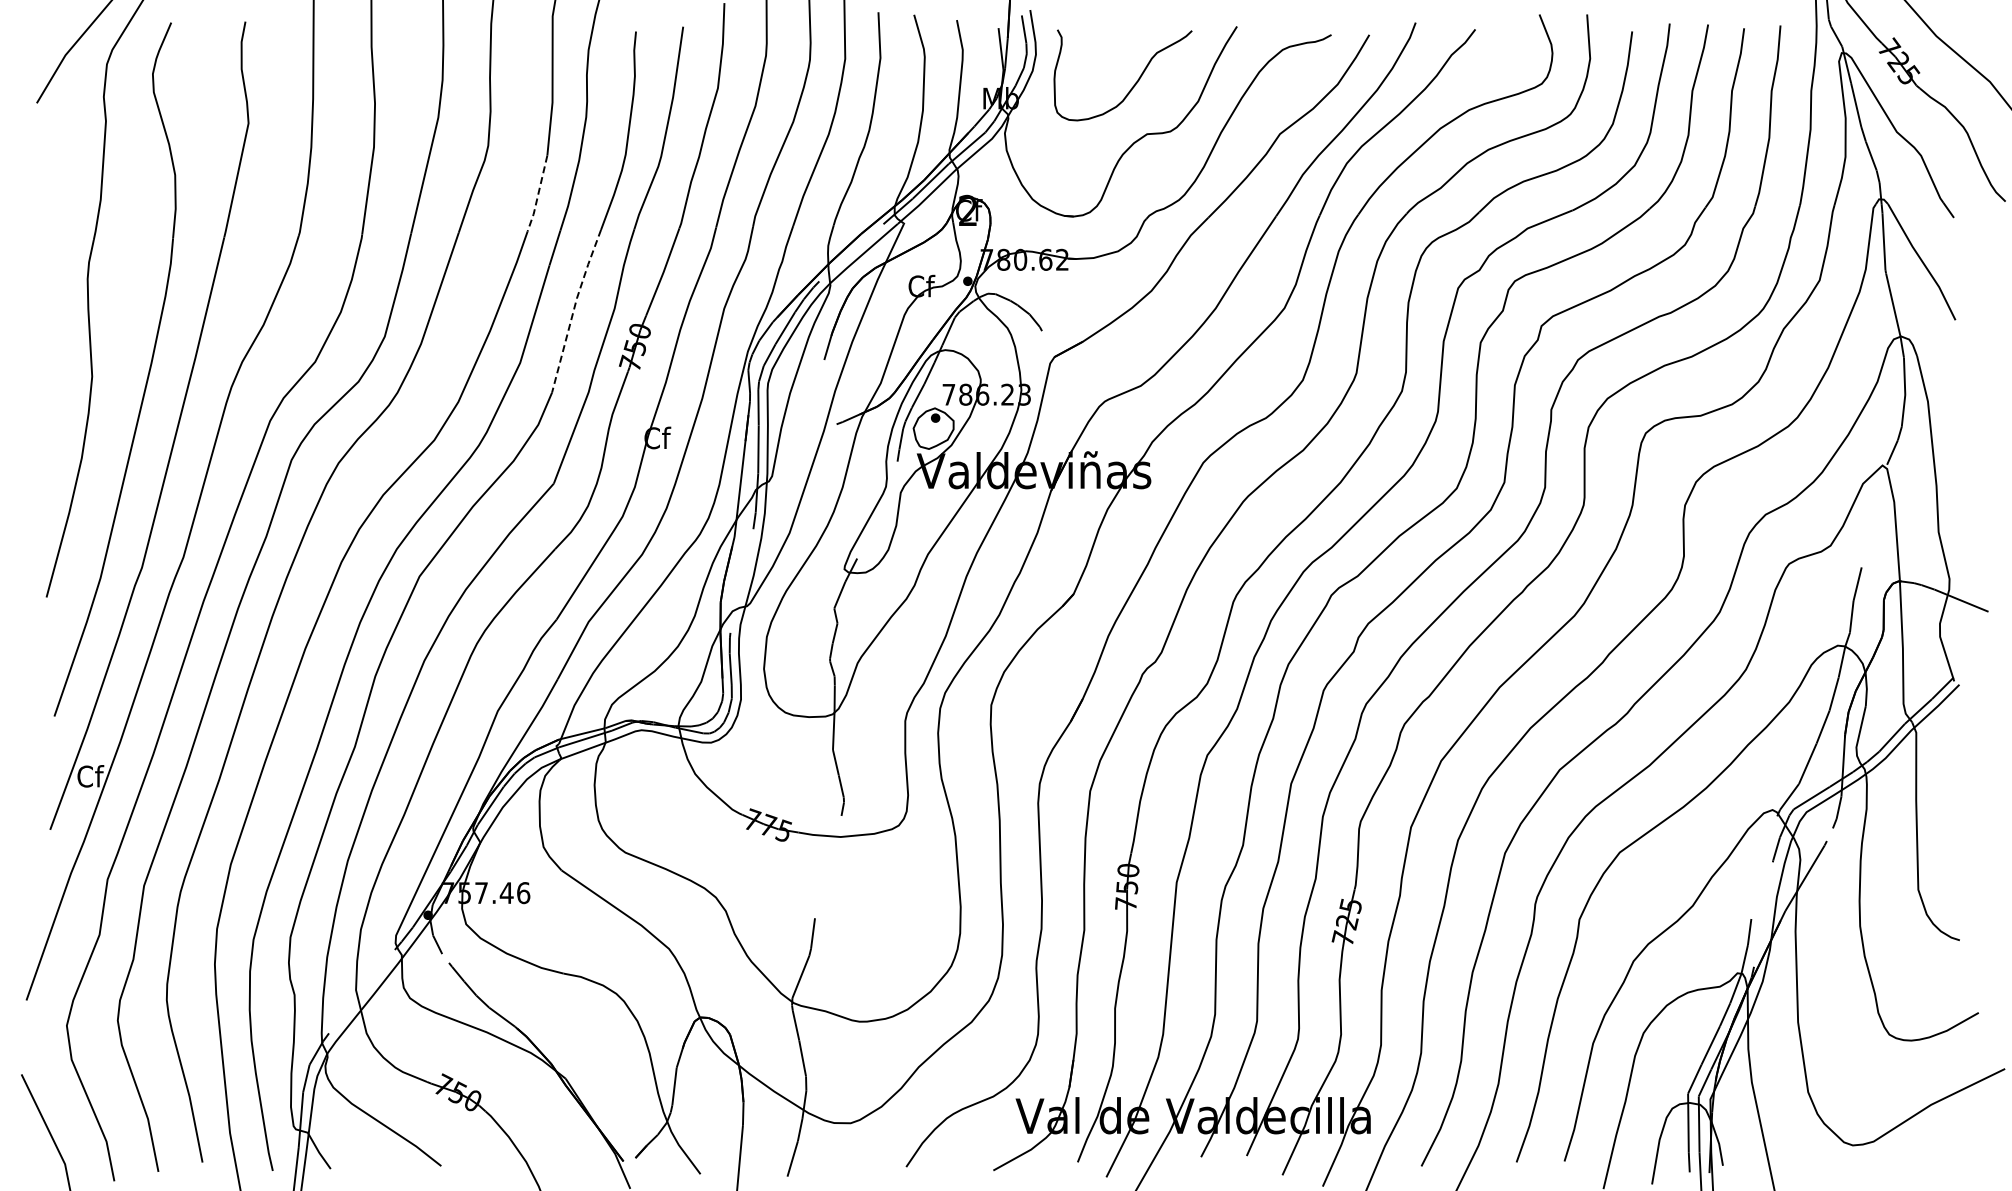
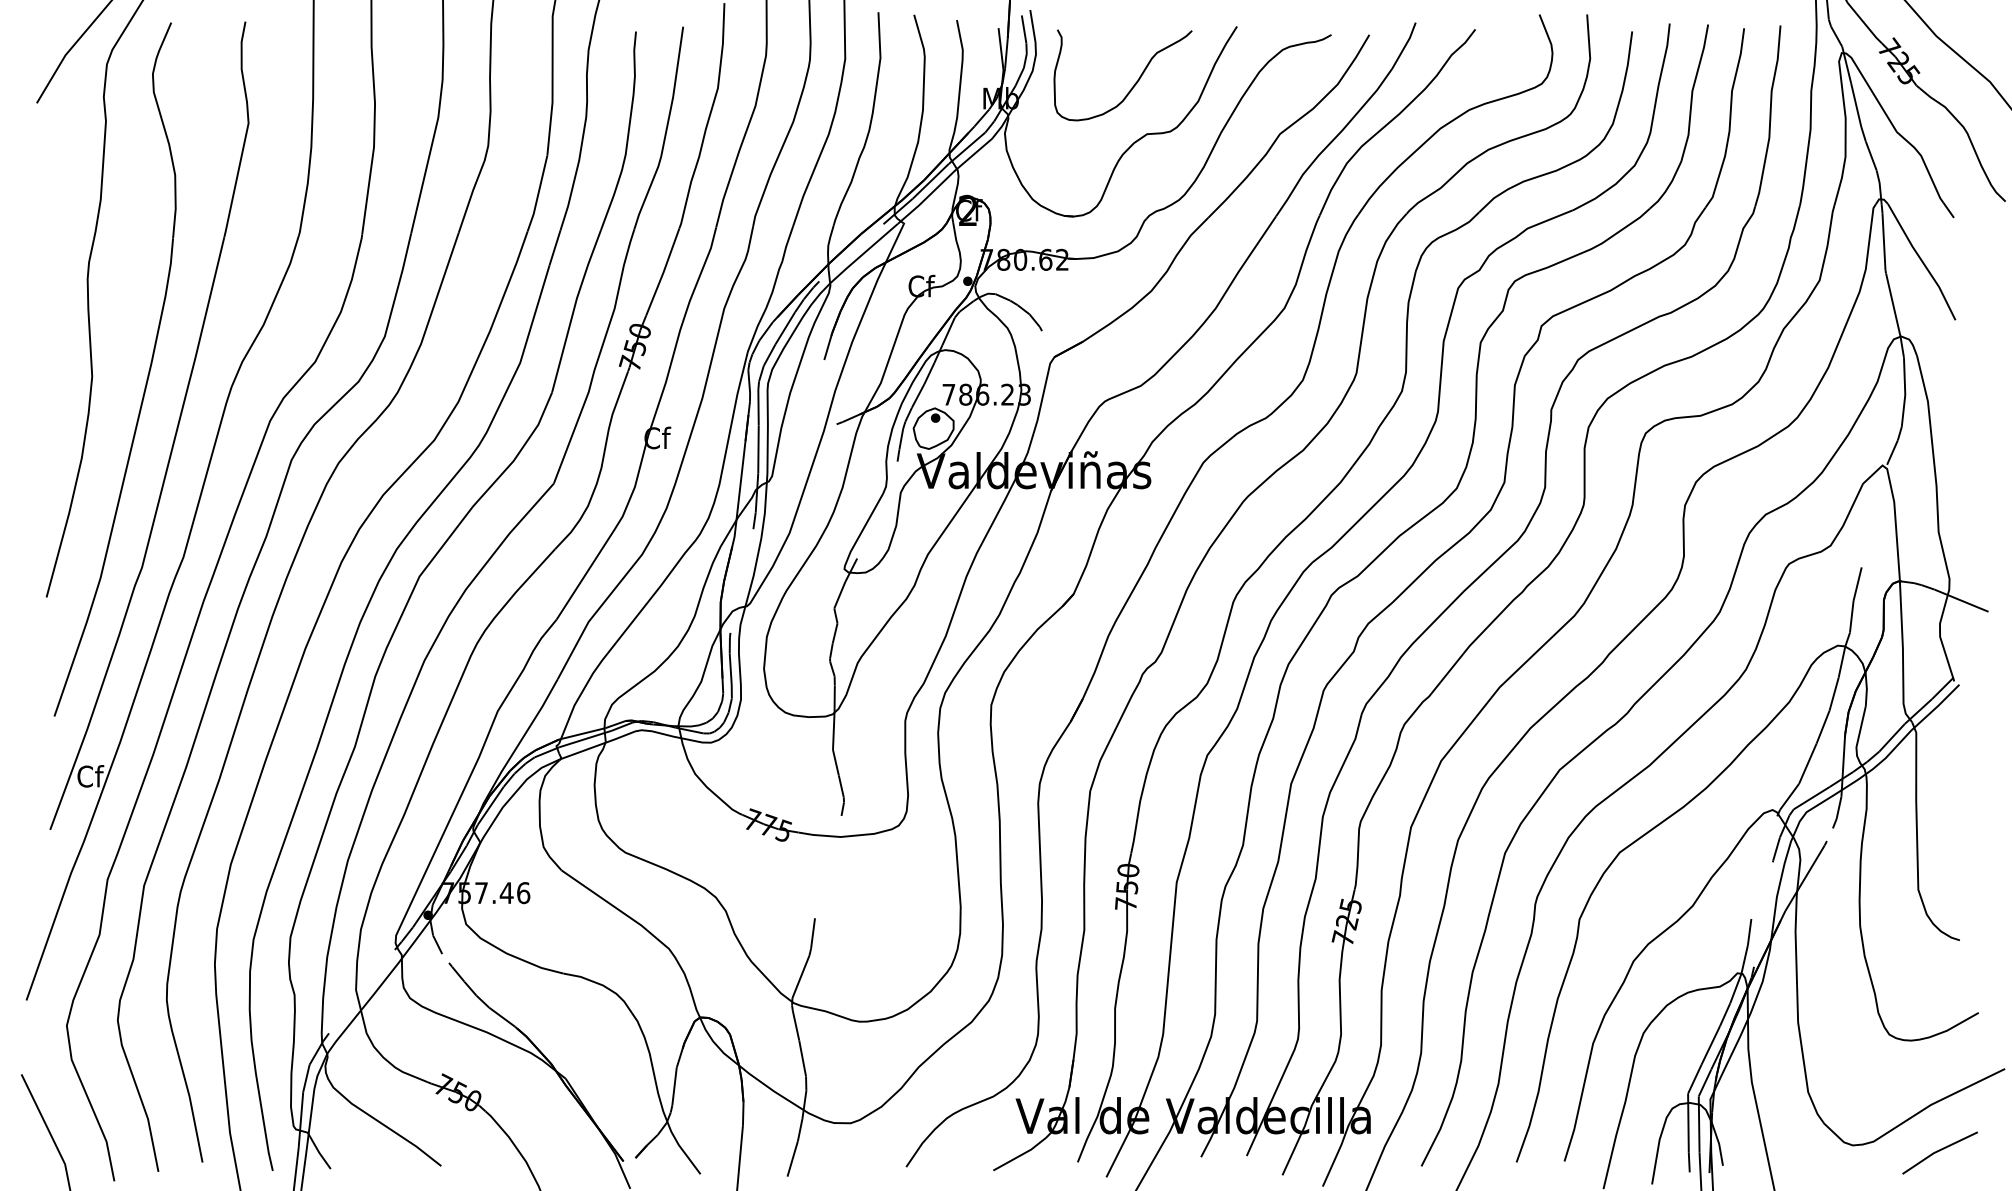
line at (538, 194): dashed -> solid
line at (573, 309): dashed -> solid
line at (1939, 1151): none -> present
